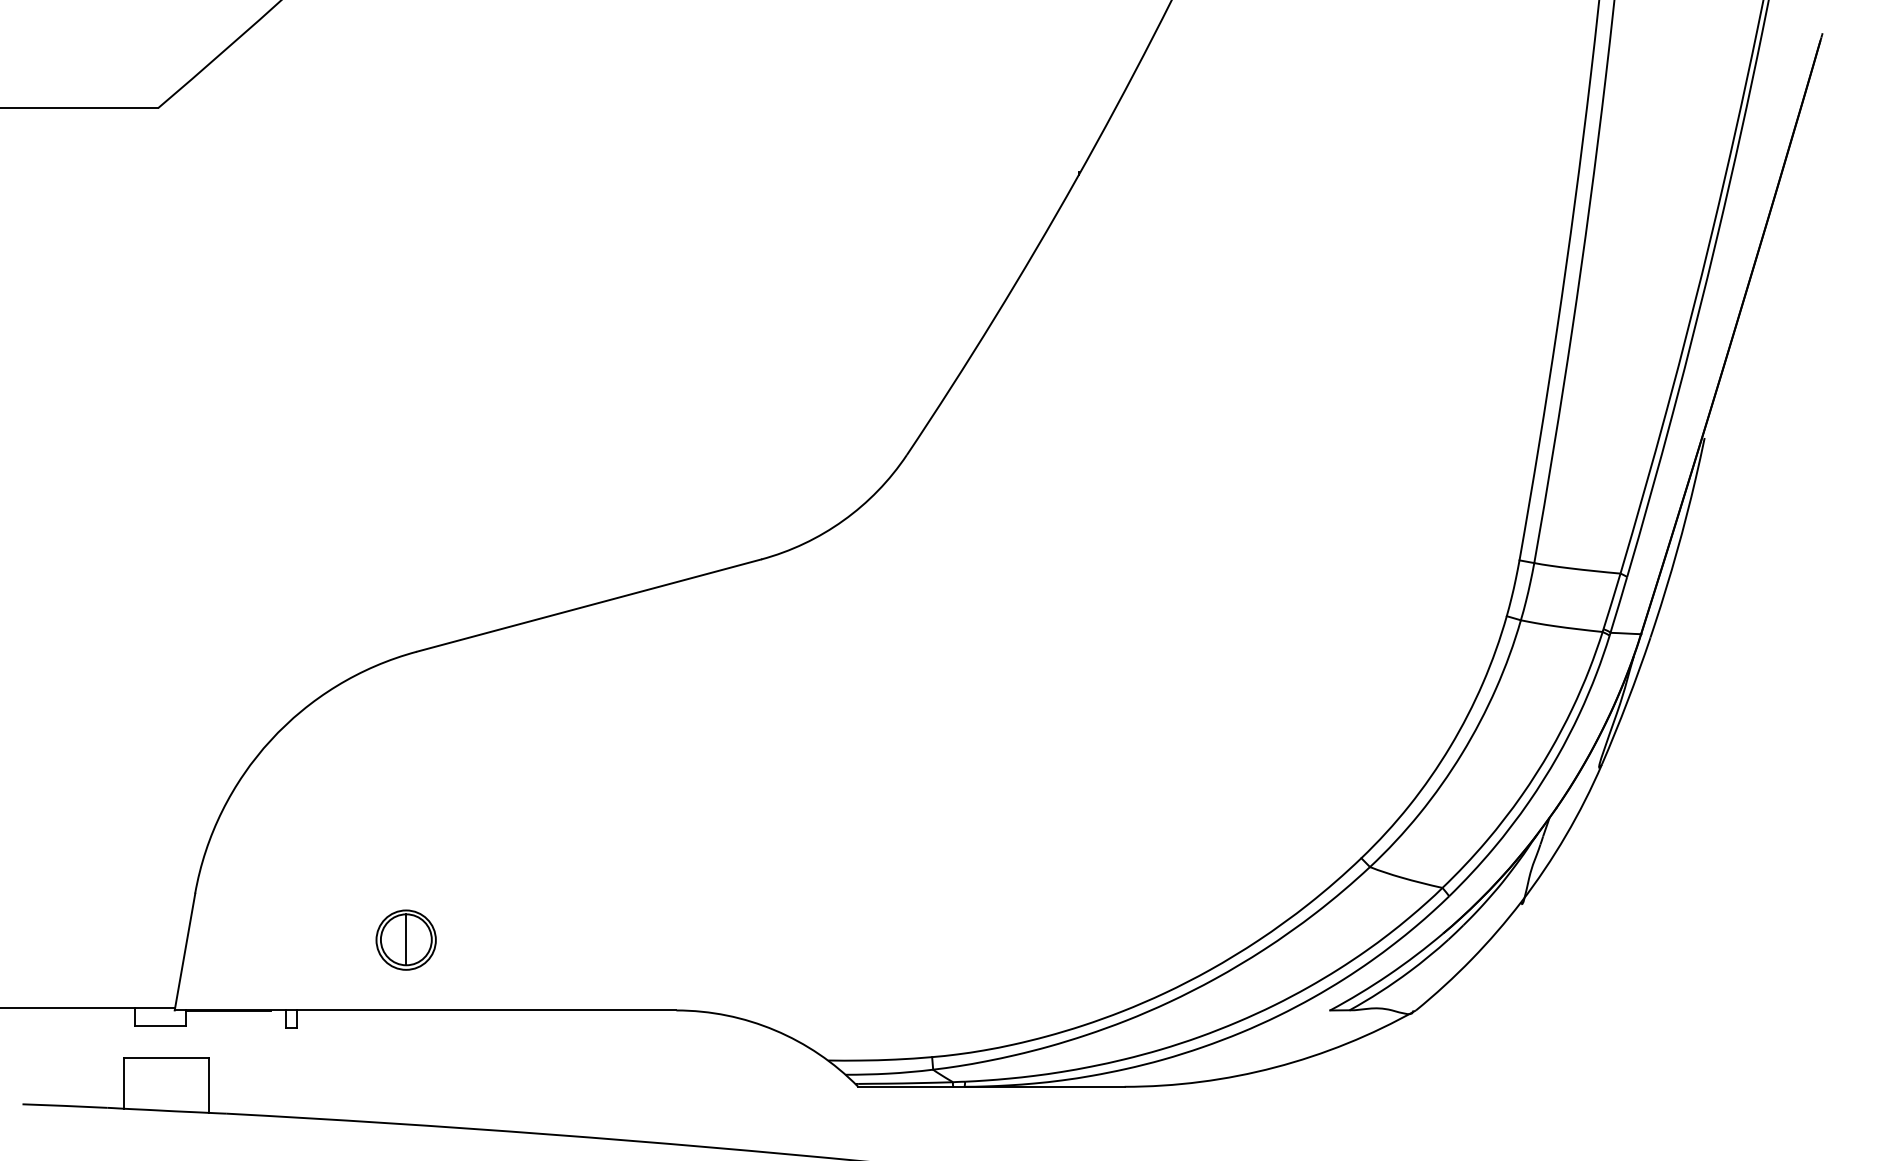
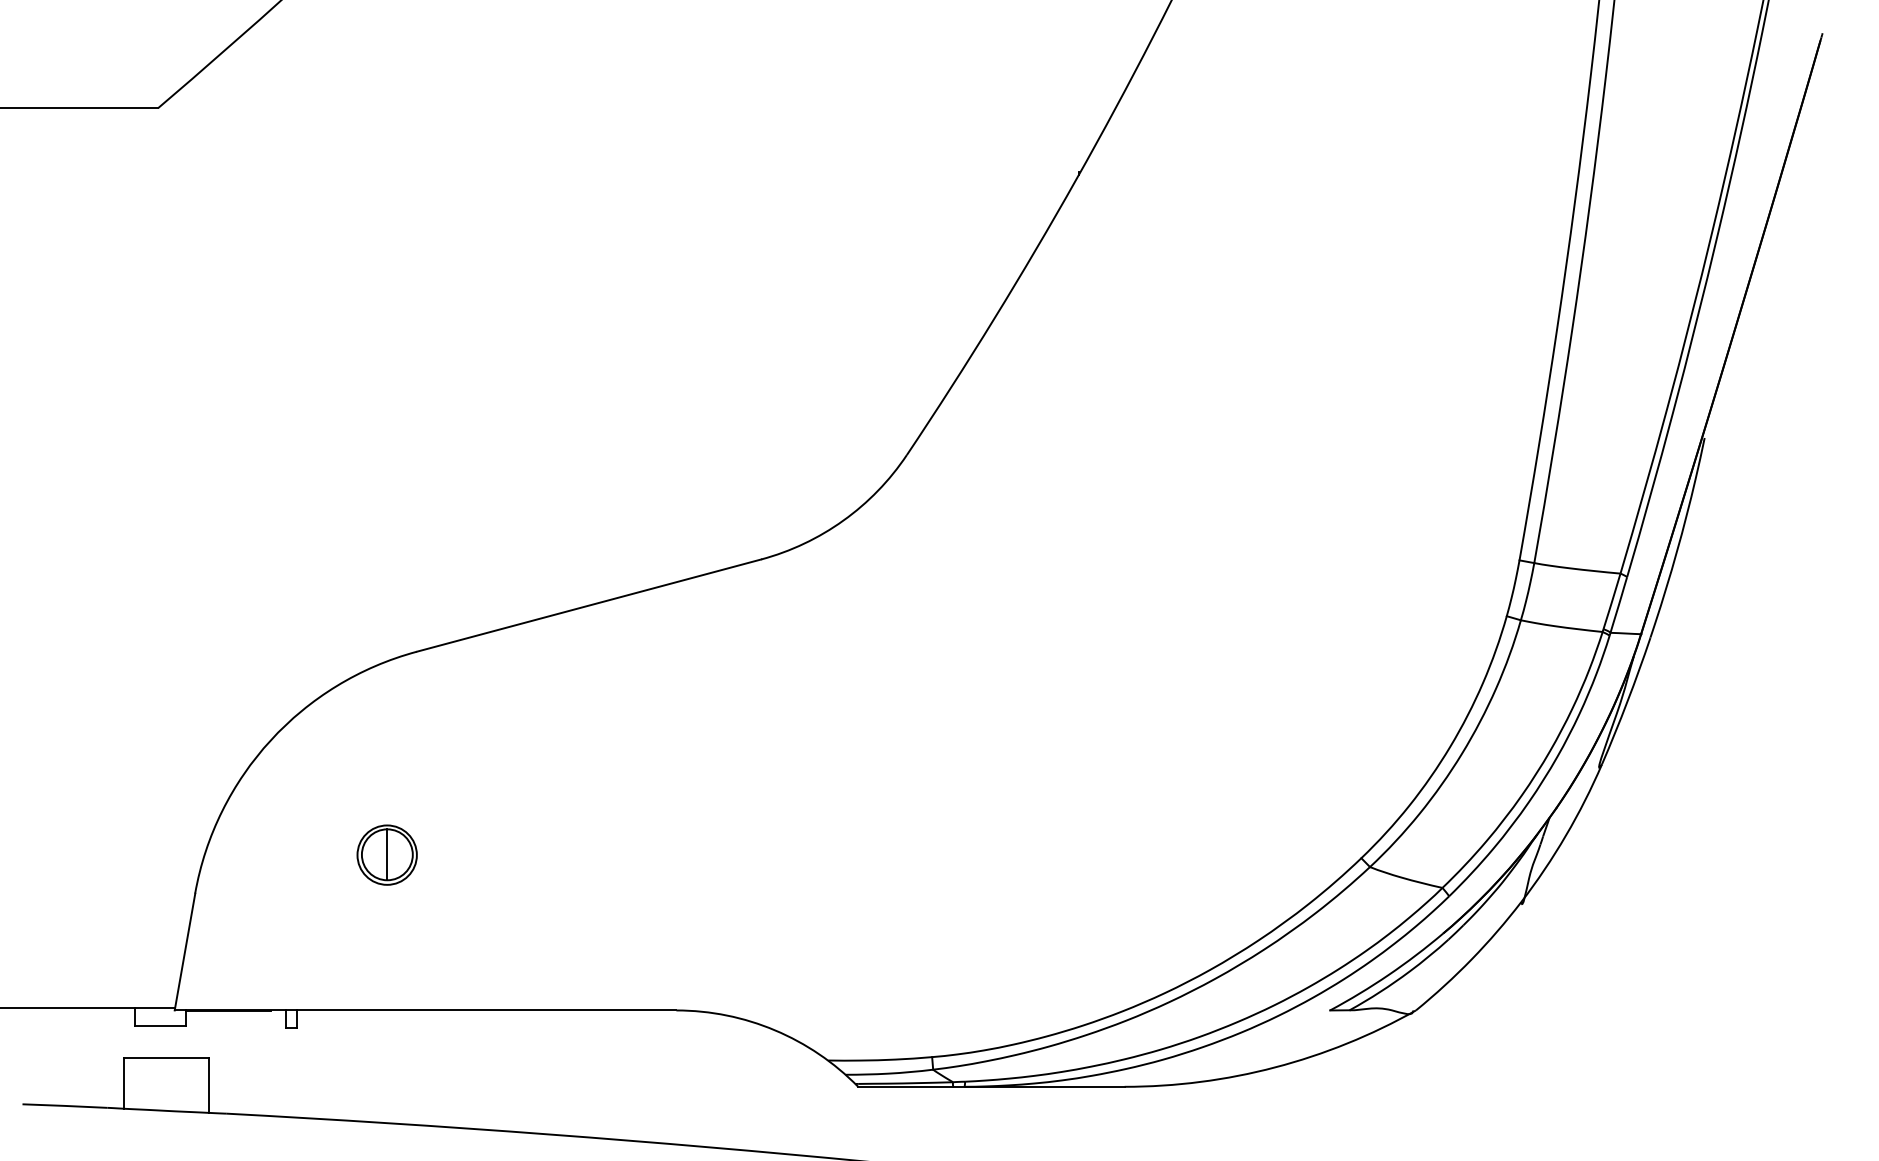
part at (405, 939) position: (405, 939) -> (386, 854)
